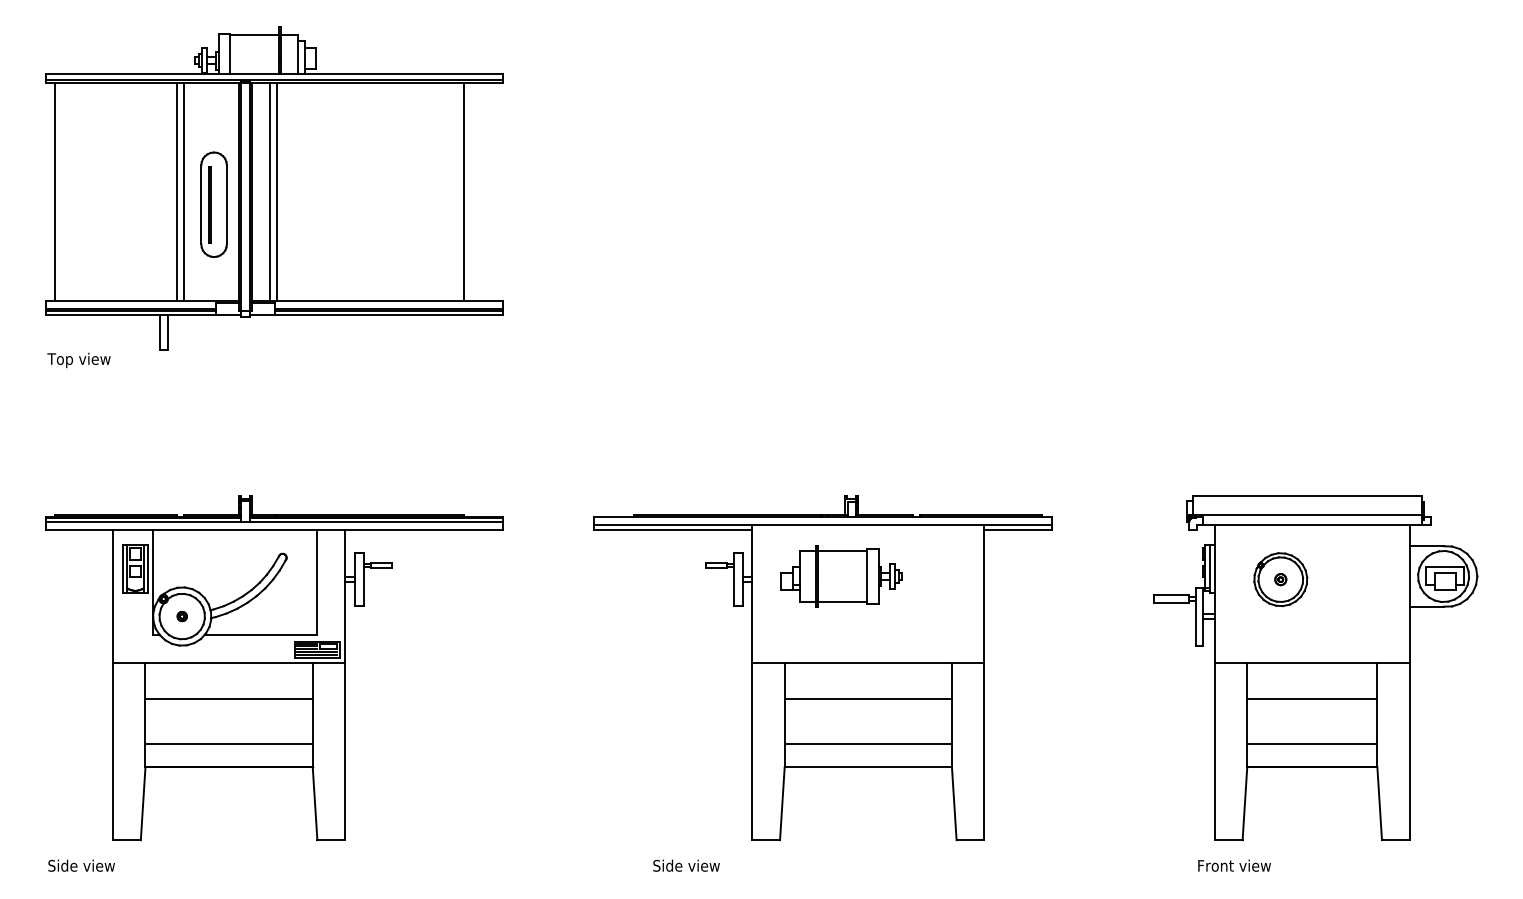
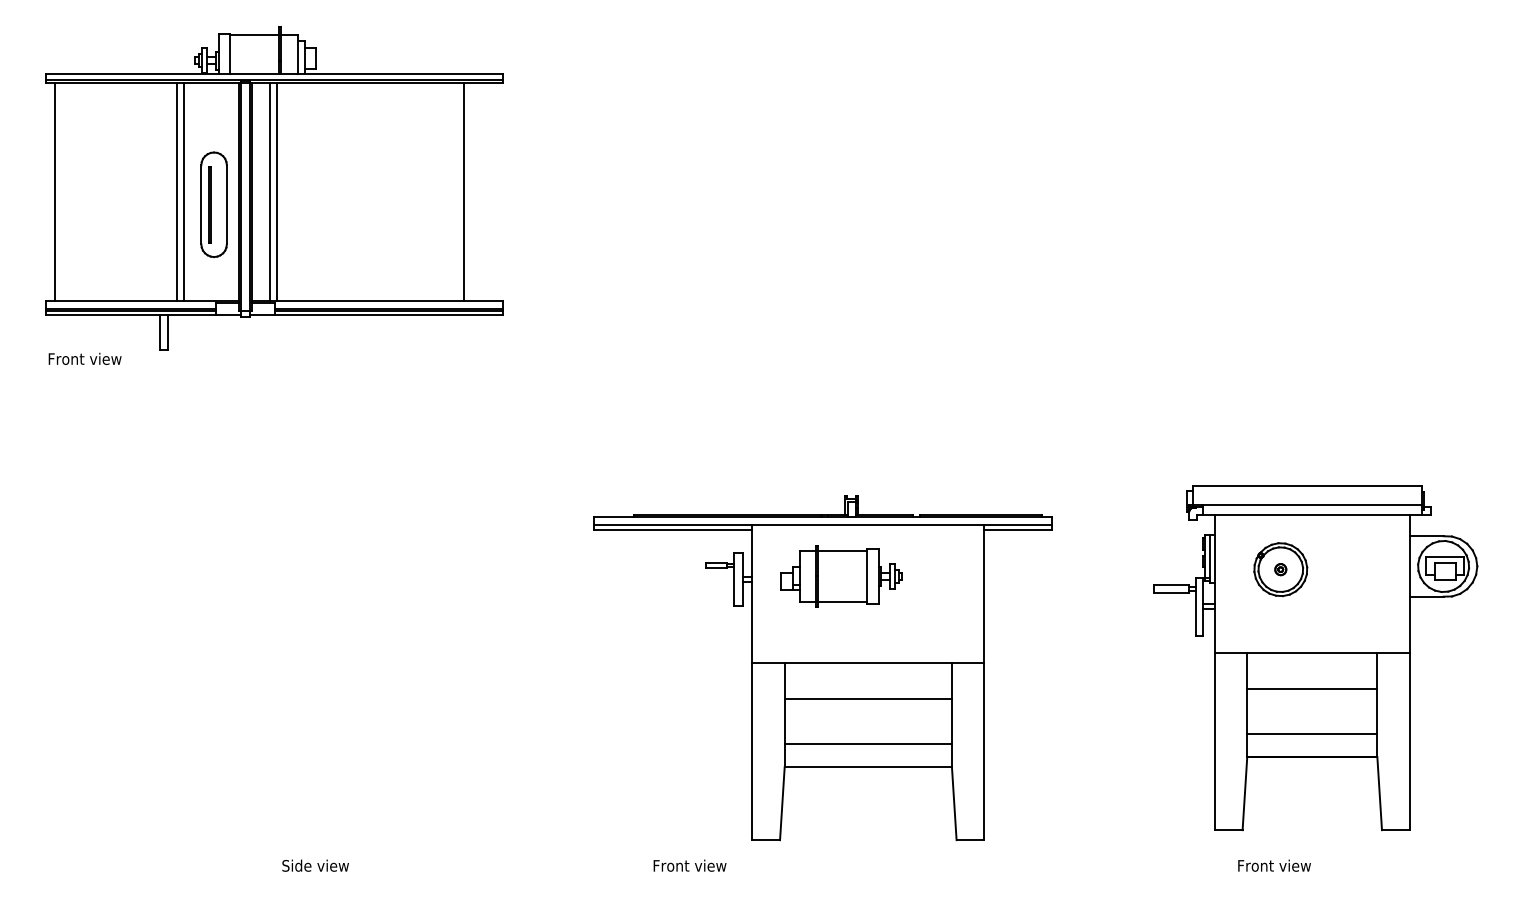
text at (84, 360): Top view -> Front view
part at (274, 668): present -> none
part at (1315, 668) position: (1315, 668) -> (1315, 658)
text at (81, 865) position: (81, 865) -> (315, 865)
text at (689, 865): Side view -> Front view
text at (1234, 865) position: (1234, 865) -> (1274, 865)
